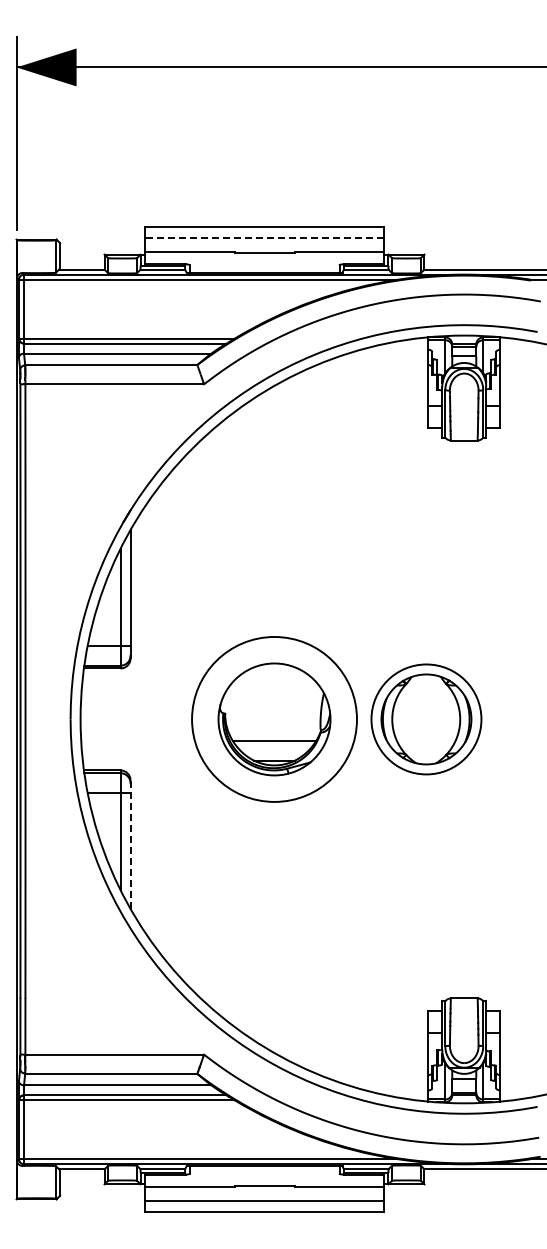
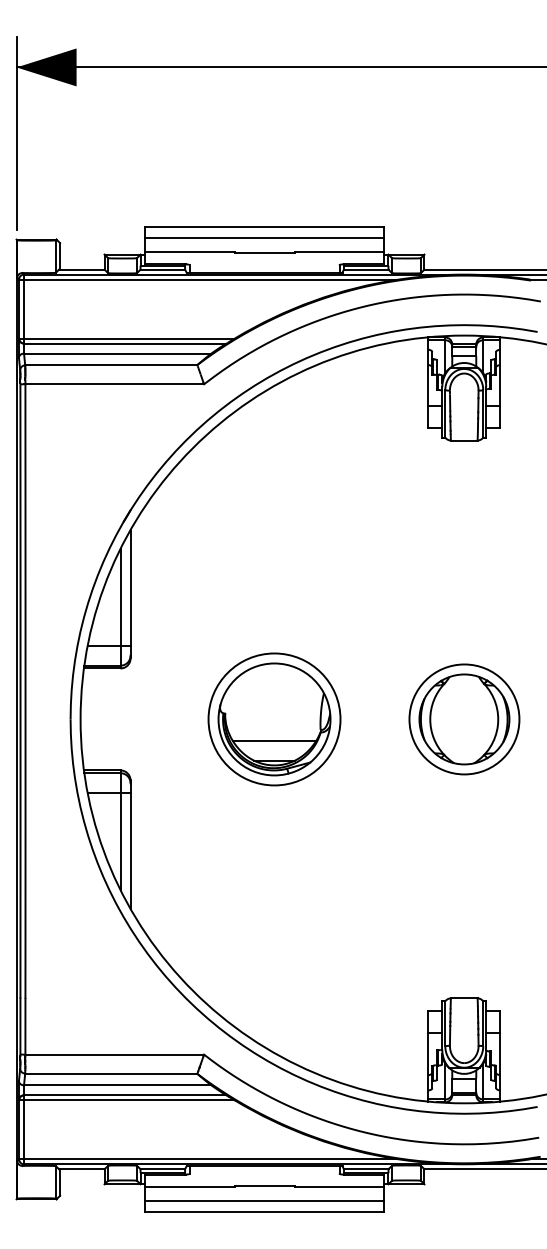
line at (264, 237): dashed -> solid
circle at (274, 718) diameter: 165 px -> 132 px
part at (426, 719) position: (426, 719) -> (464, 719)
line at (130, 844): dashed -> solid
